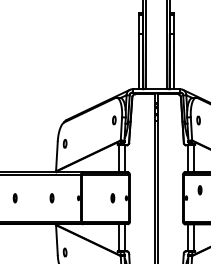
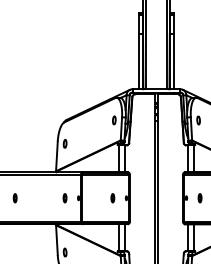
part at (199, 190) position: (199, 190) -> (199, 198)
part at (51, 198) position: (51, 198) -> (64, 198)
